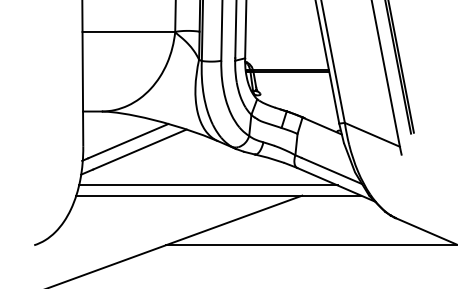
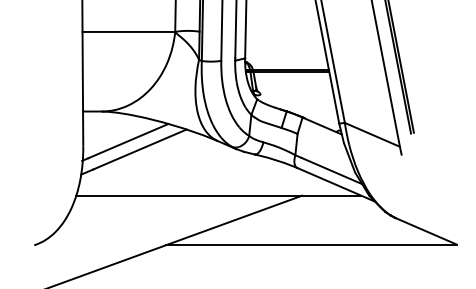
line at (207, 185): present -> none
